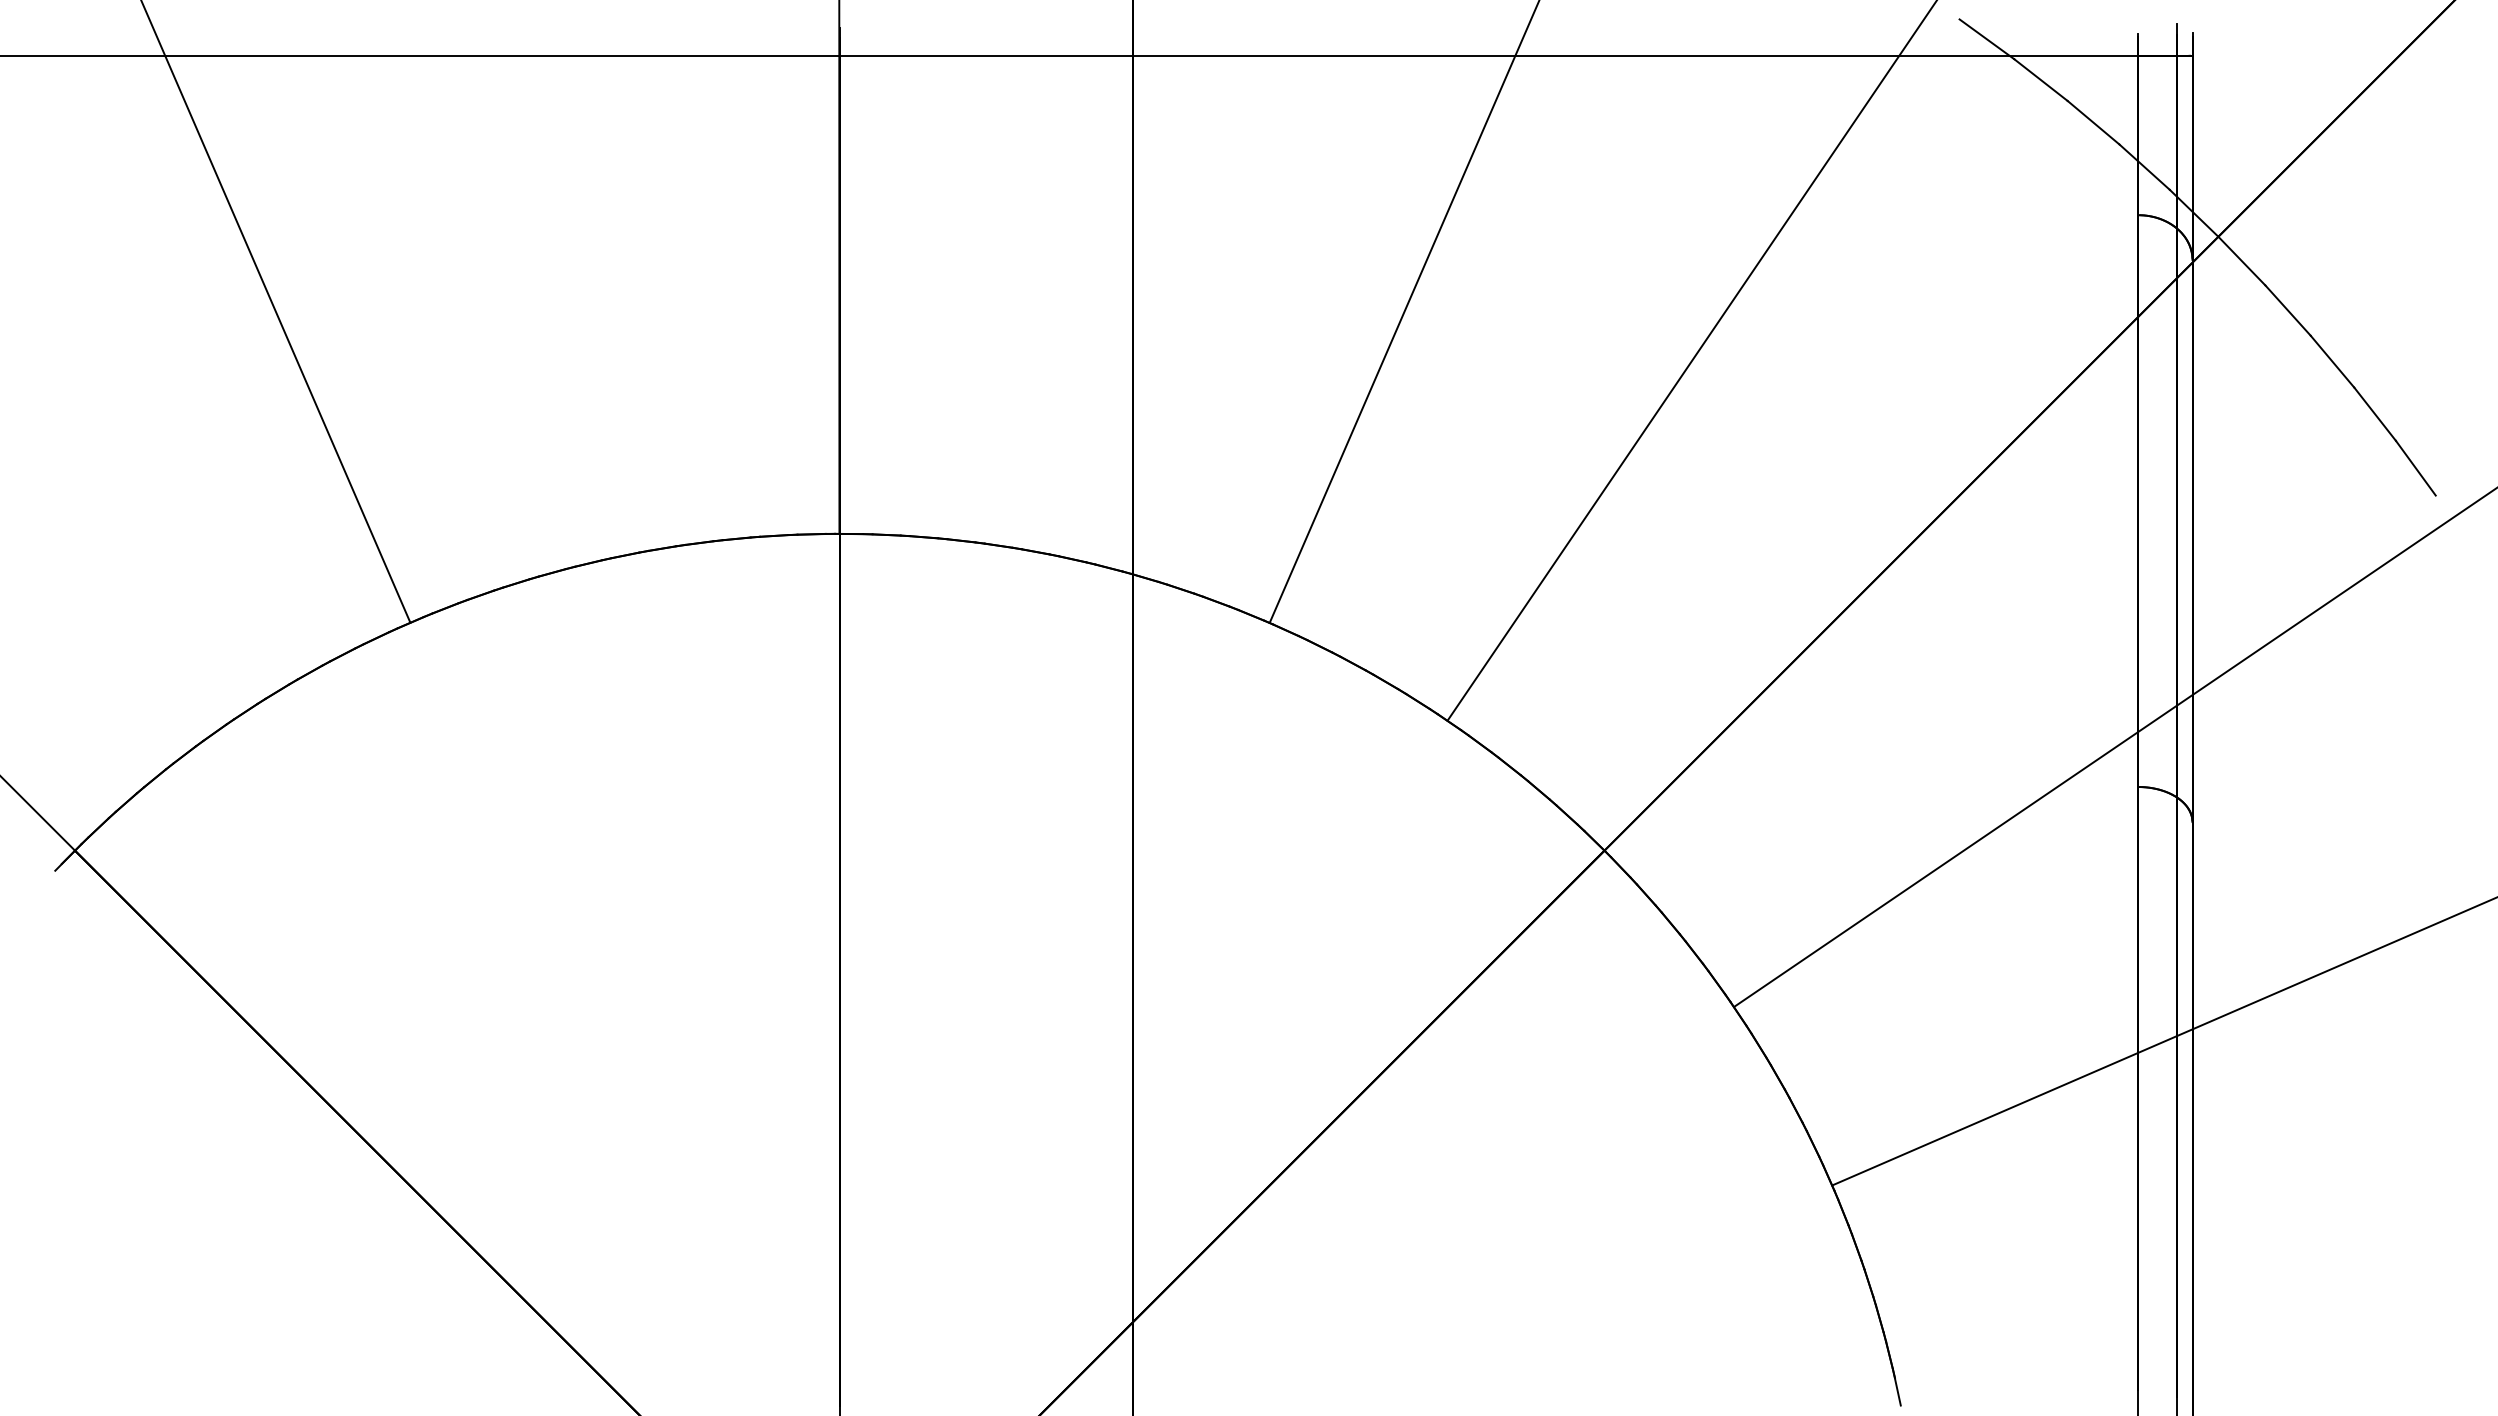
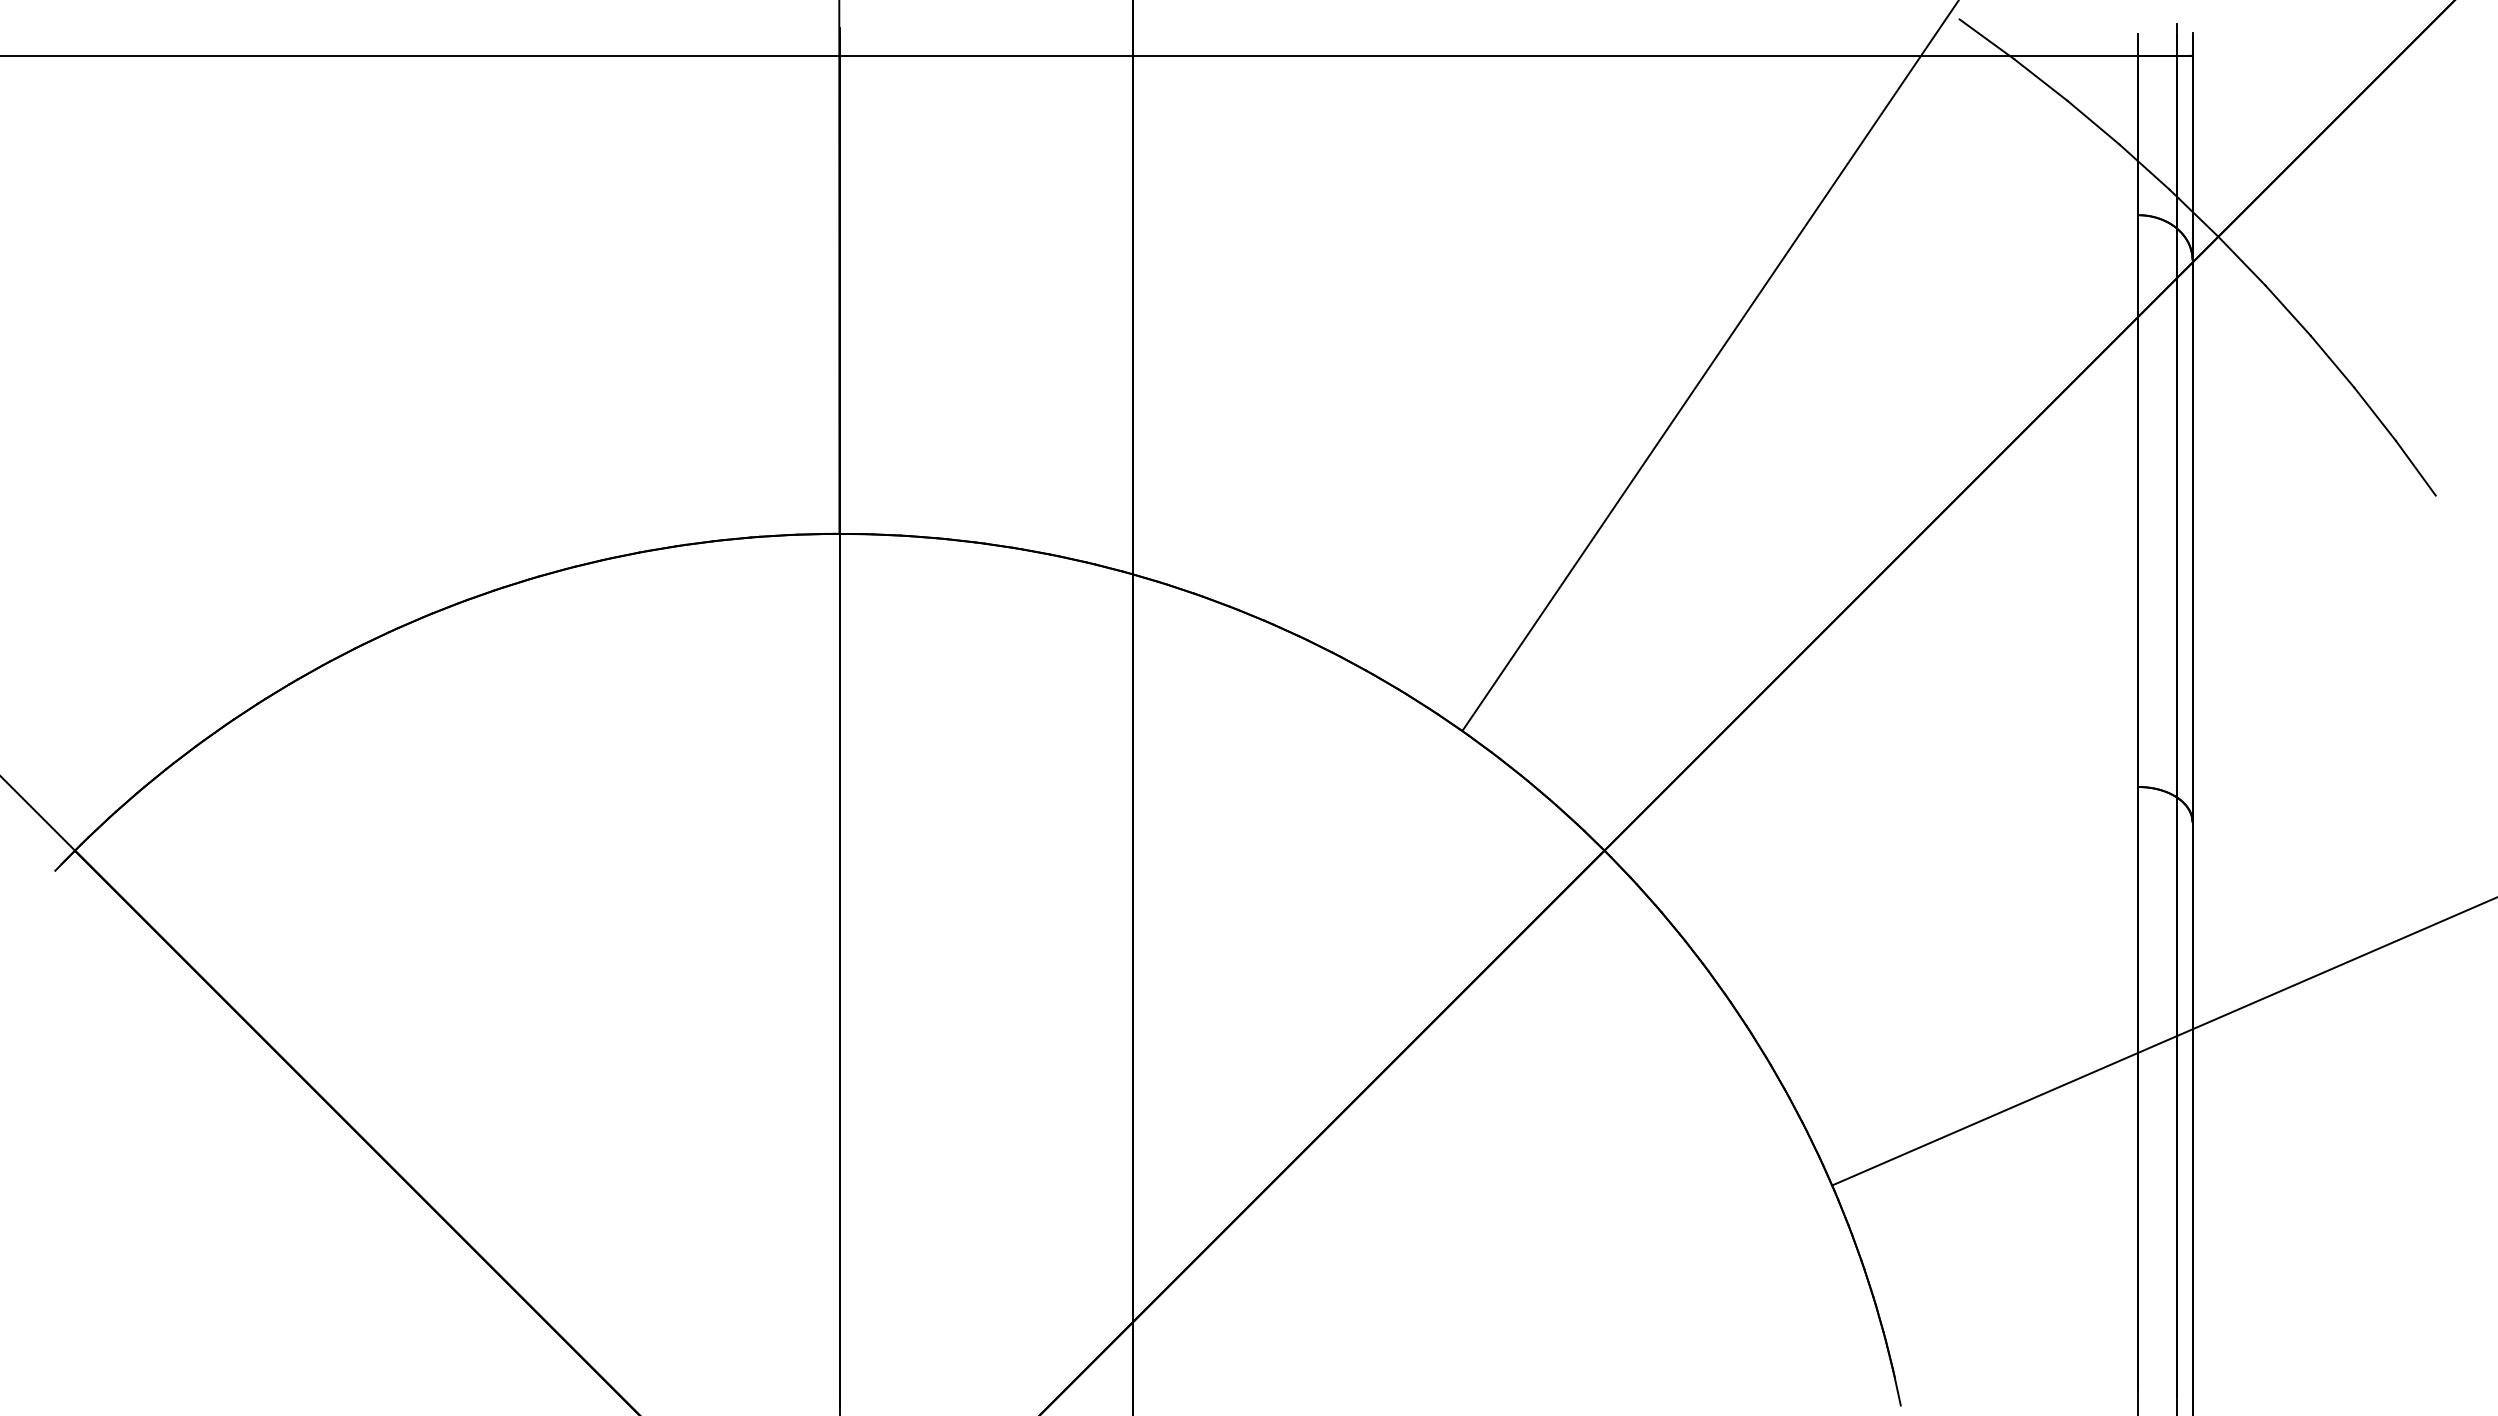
line at (275, 312): present -> none
line at (1403, 312): present -> none
line at (1691, 361) position: (1691, 361) -> (1709, 366)
line at (2114, 748): present -> none
